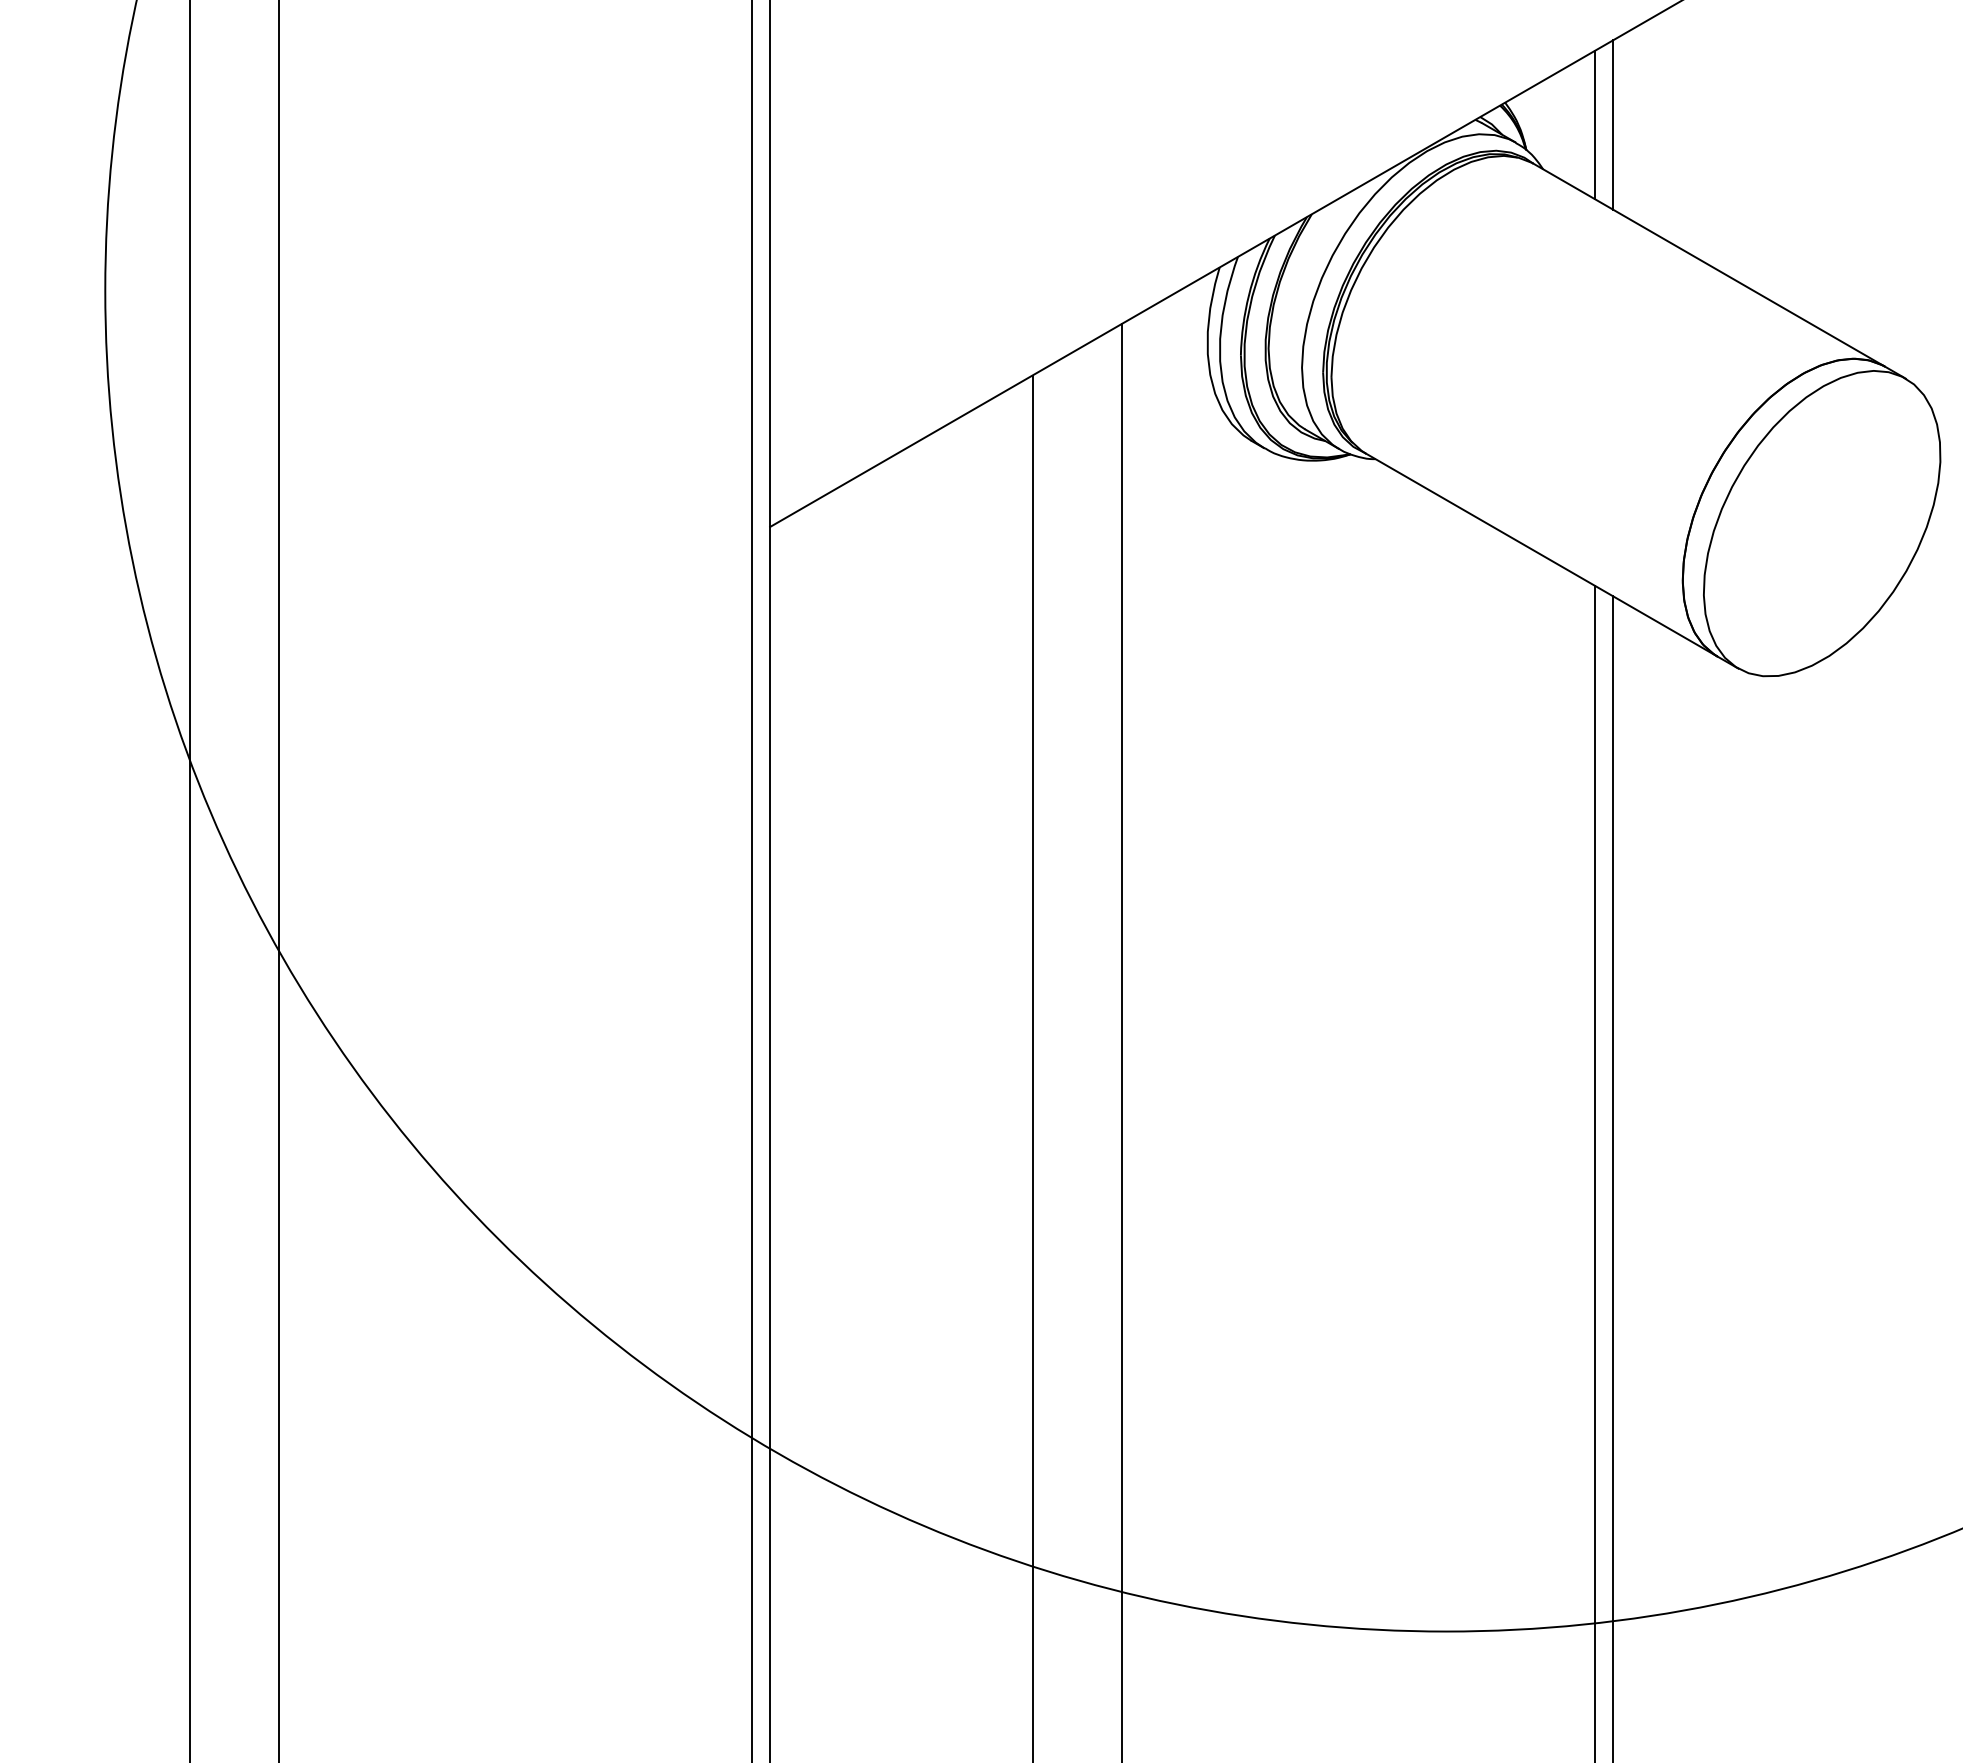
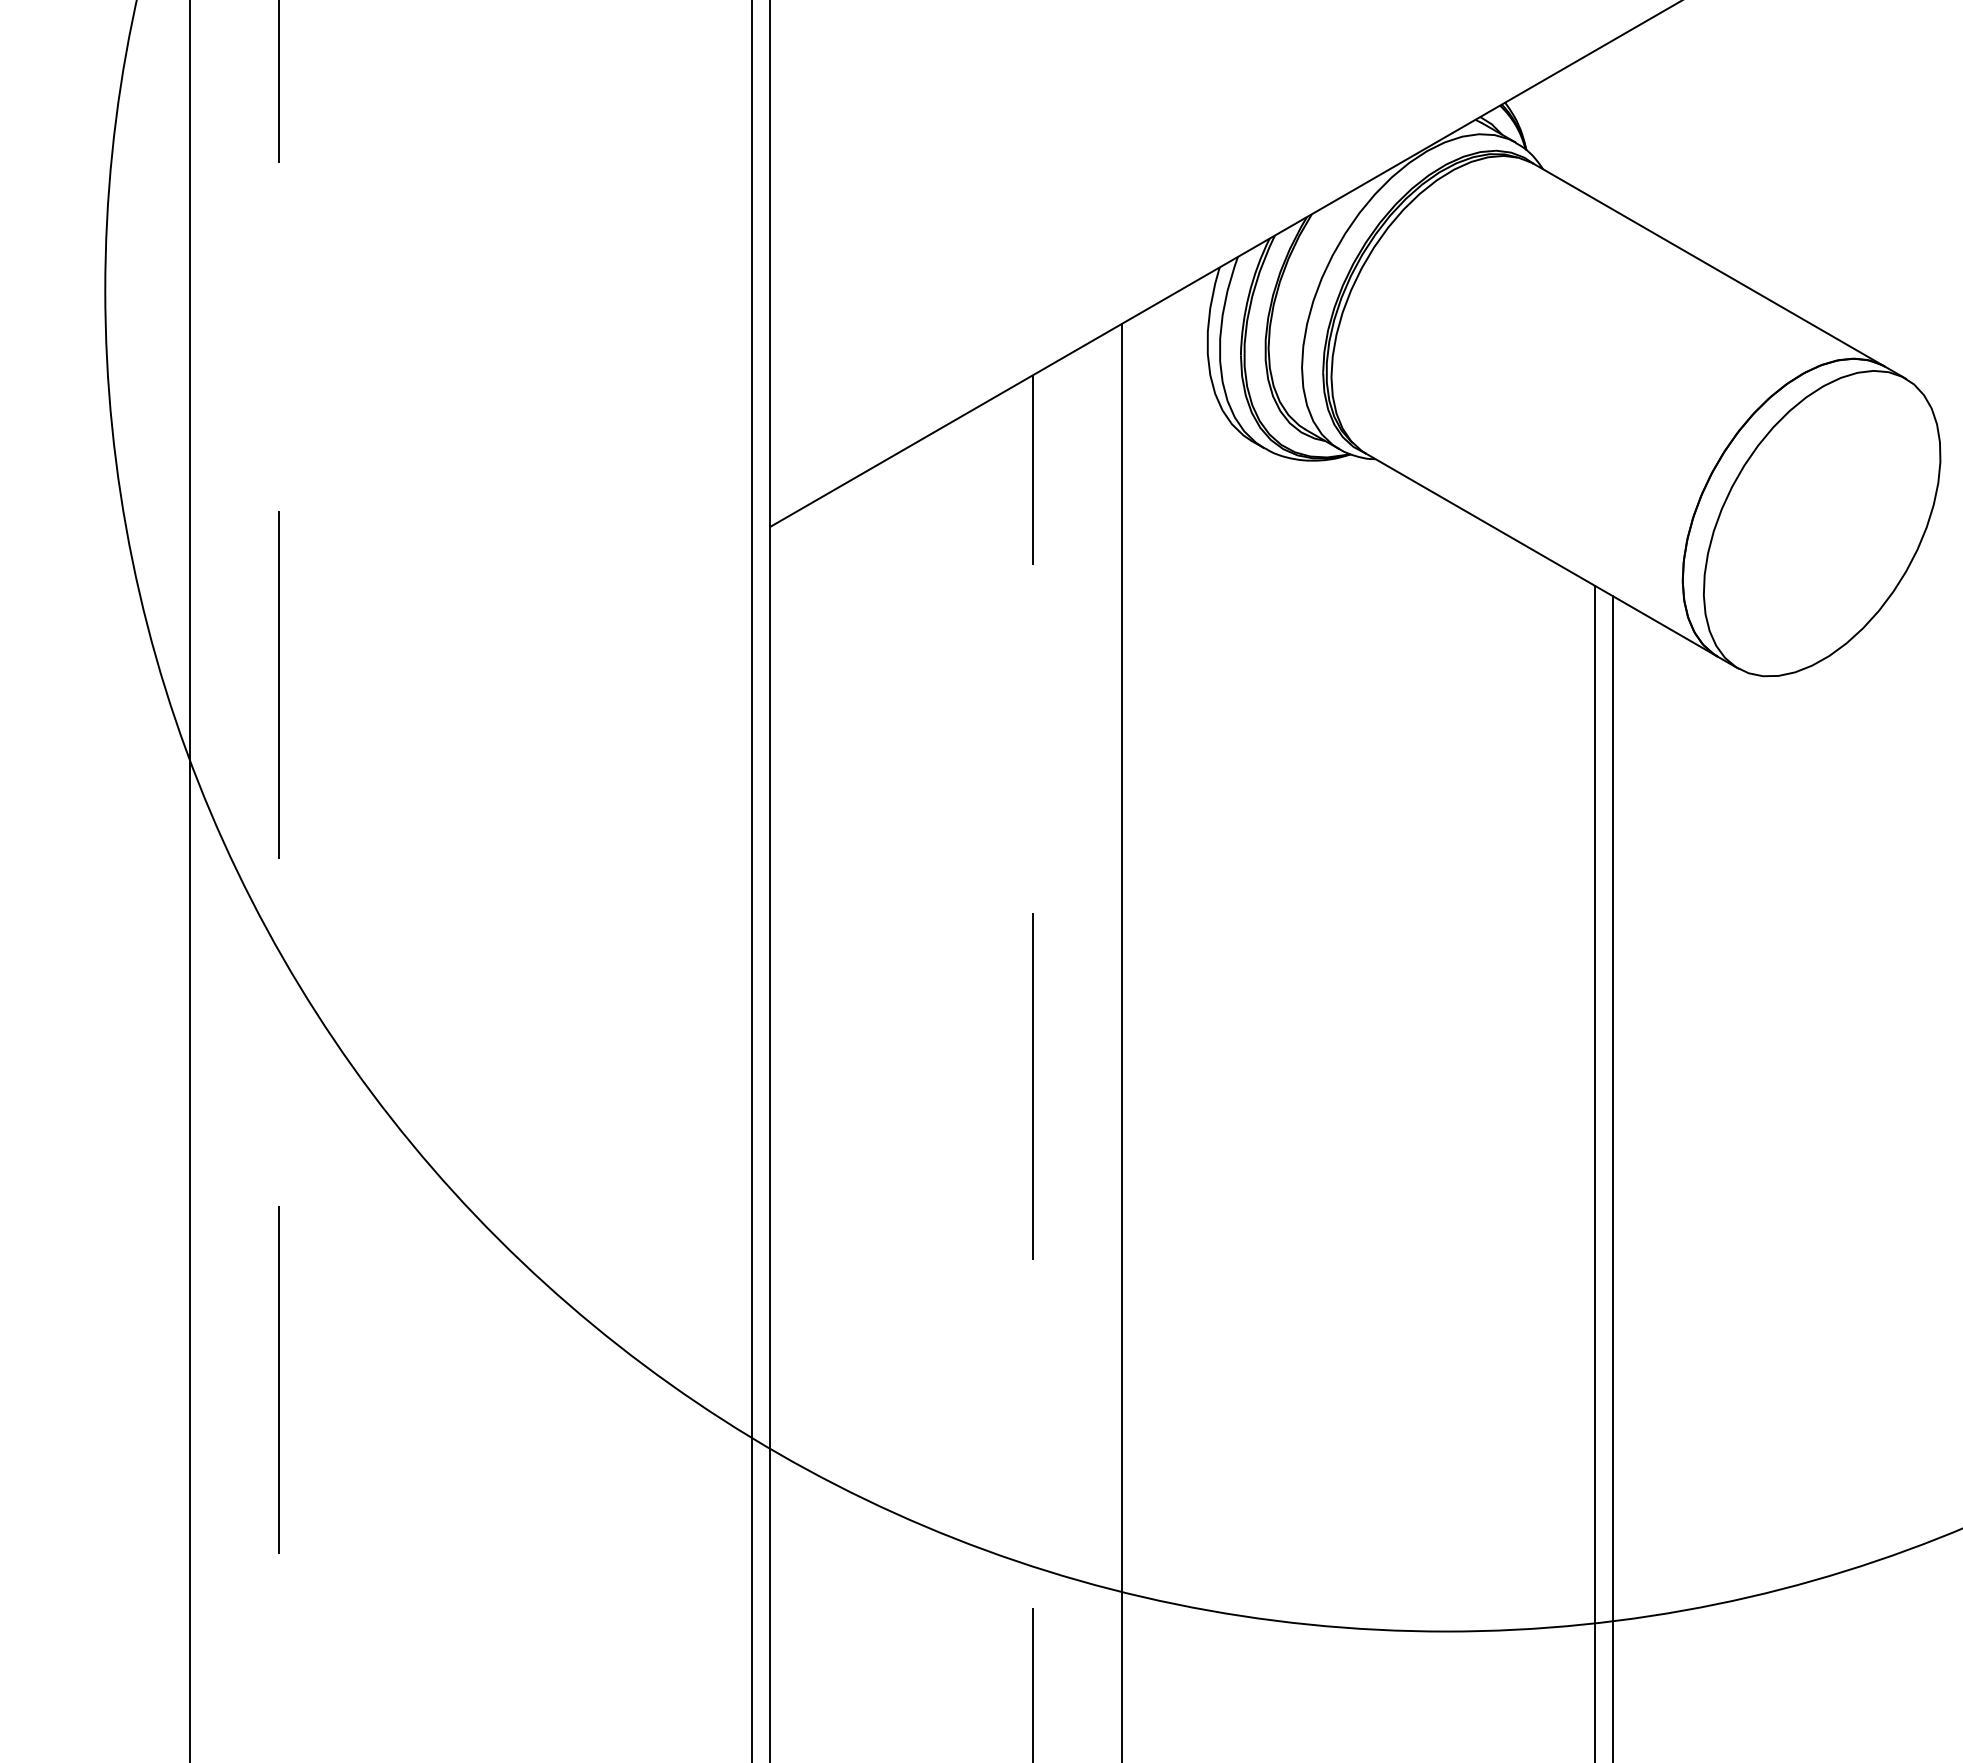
line at (1594, 124): present -> none
line at (1613, 124): present -> none
line at (279, 881): solid -> dashed
line at (1032, 1068): solid -> dashed
